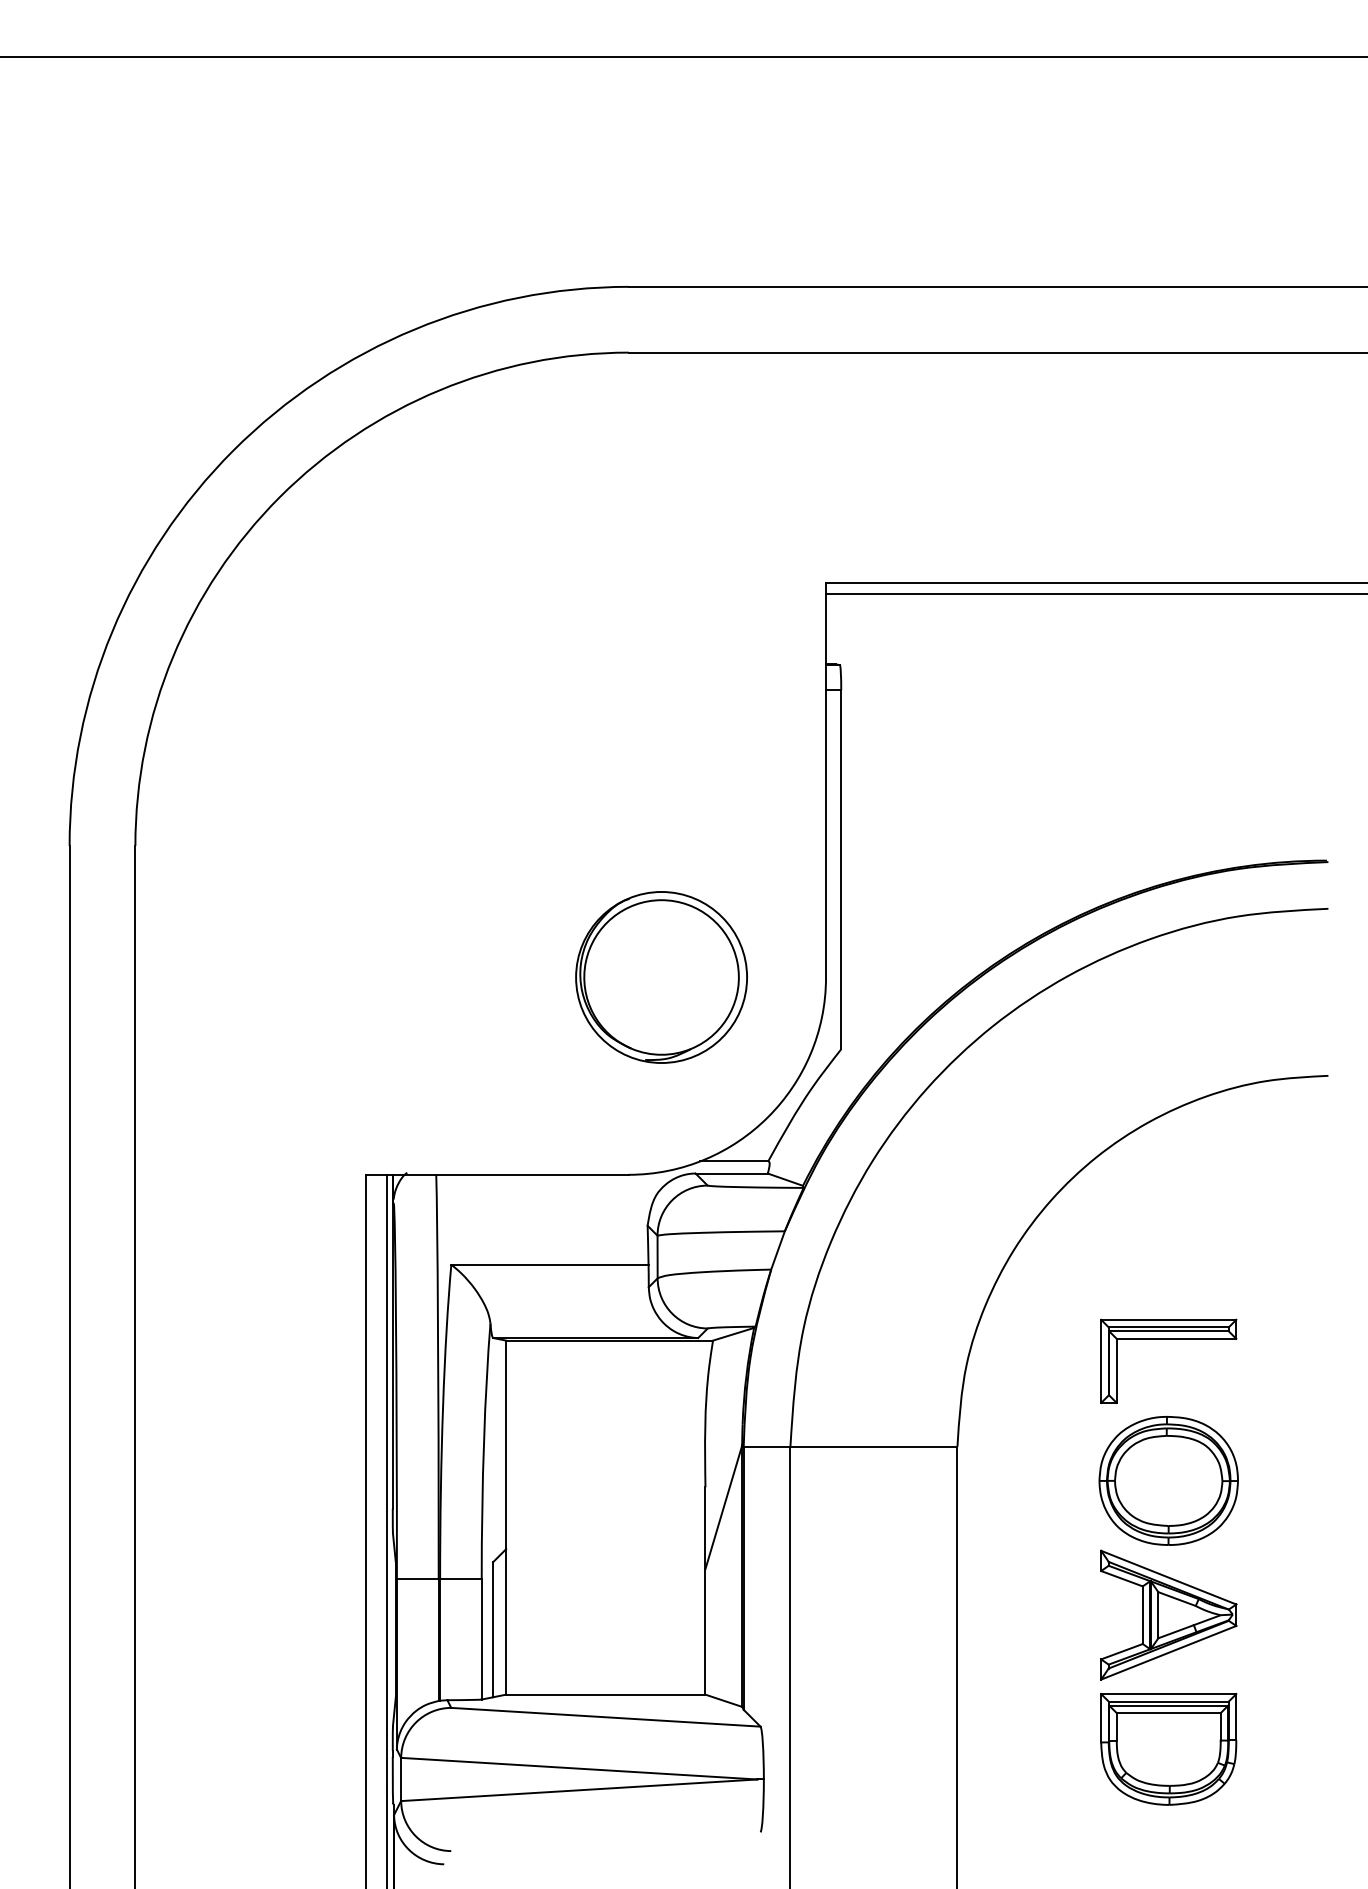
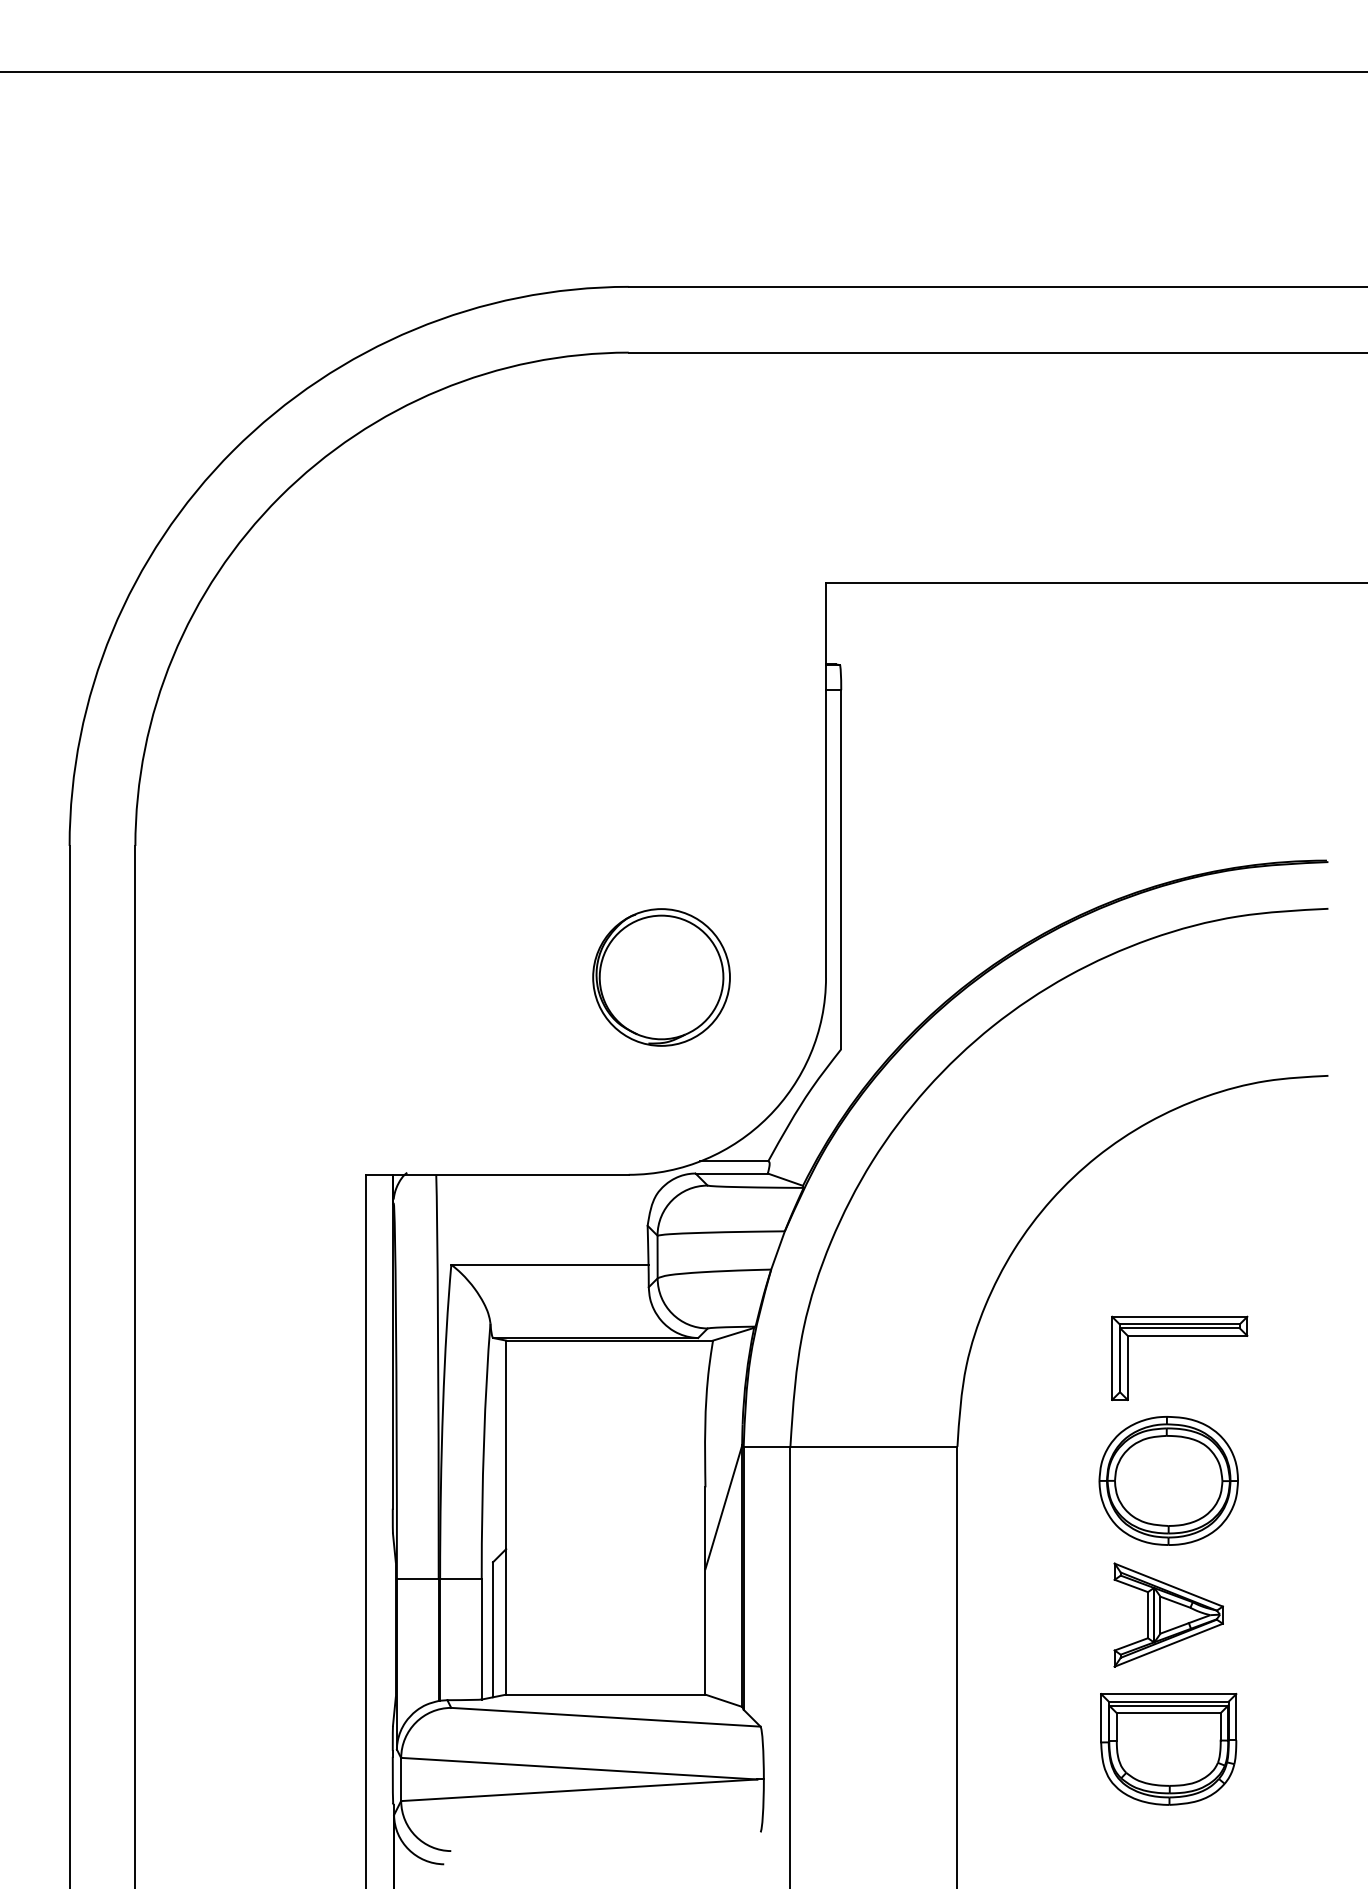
line at (683, 56) position: (683, 56) -> (683, 71)
line at (1095, 594): present -> none
part at (661, 977) size: 173x173 px -> 139x139 px
part at (1168, 1339) position: (1168, 1339) -> (1179, 1336)
line at (387, 1529): present -> none
part at (1168, 1614) size: 138x132 px -> 111x106 px
